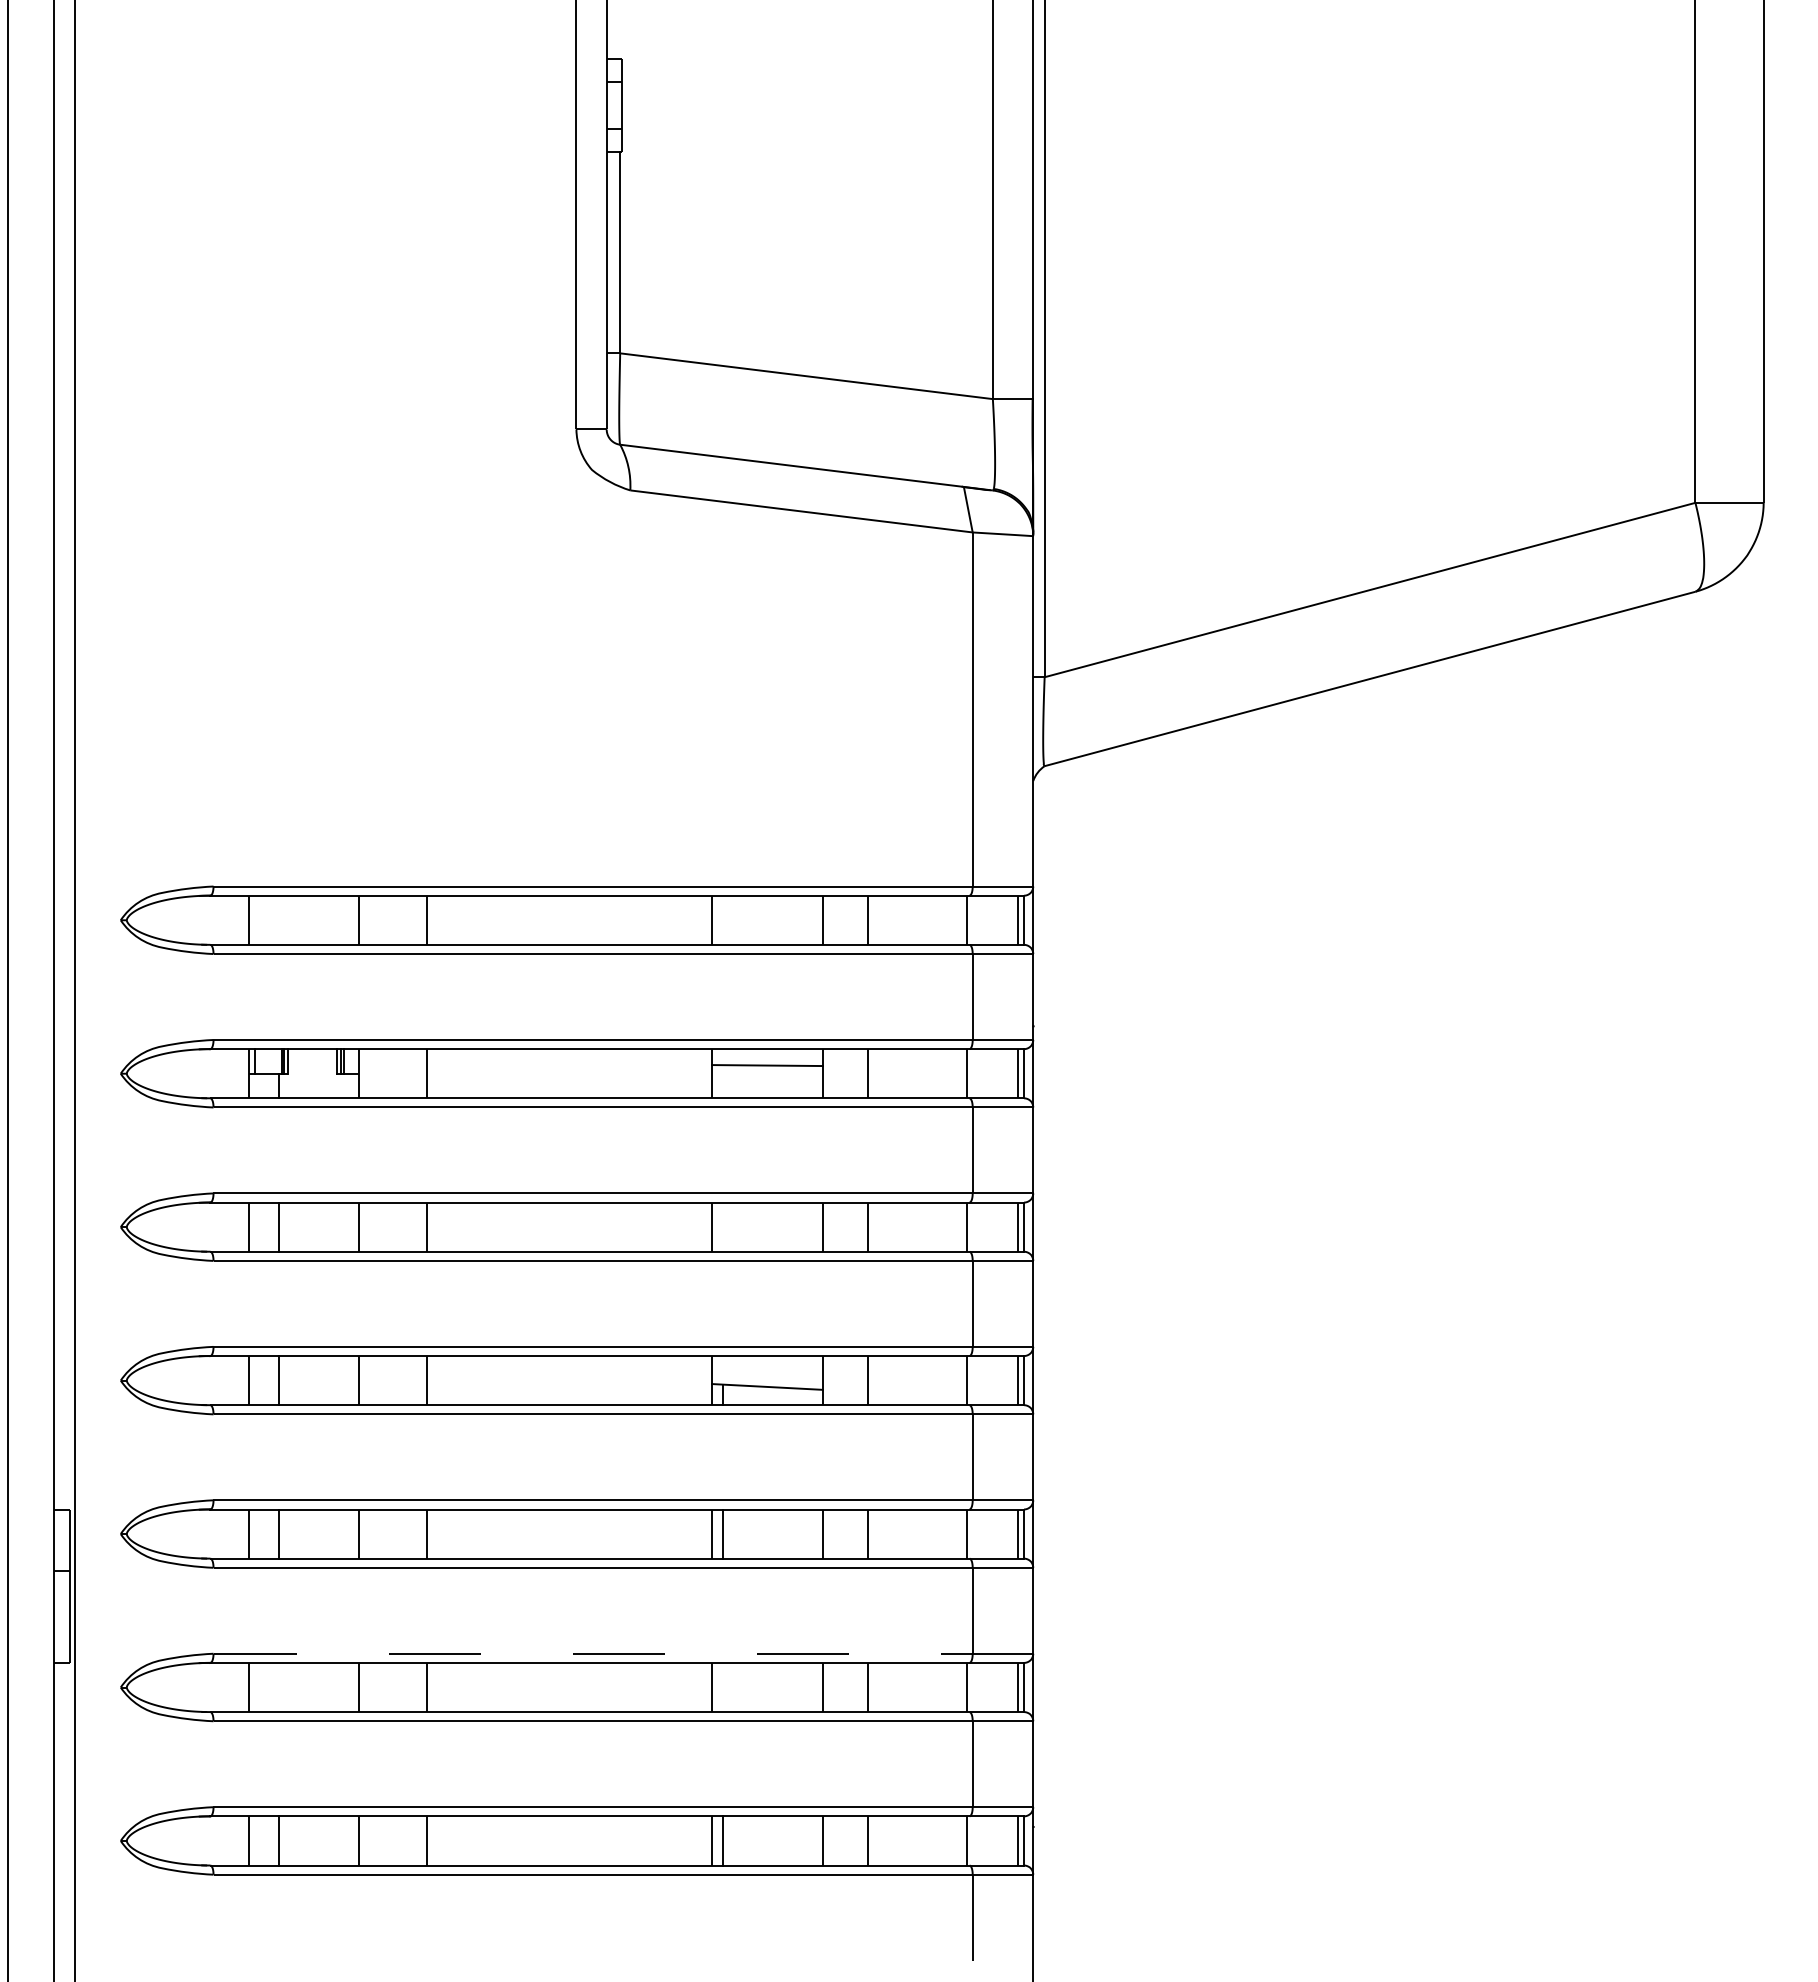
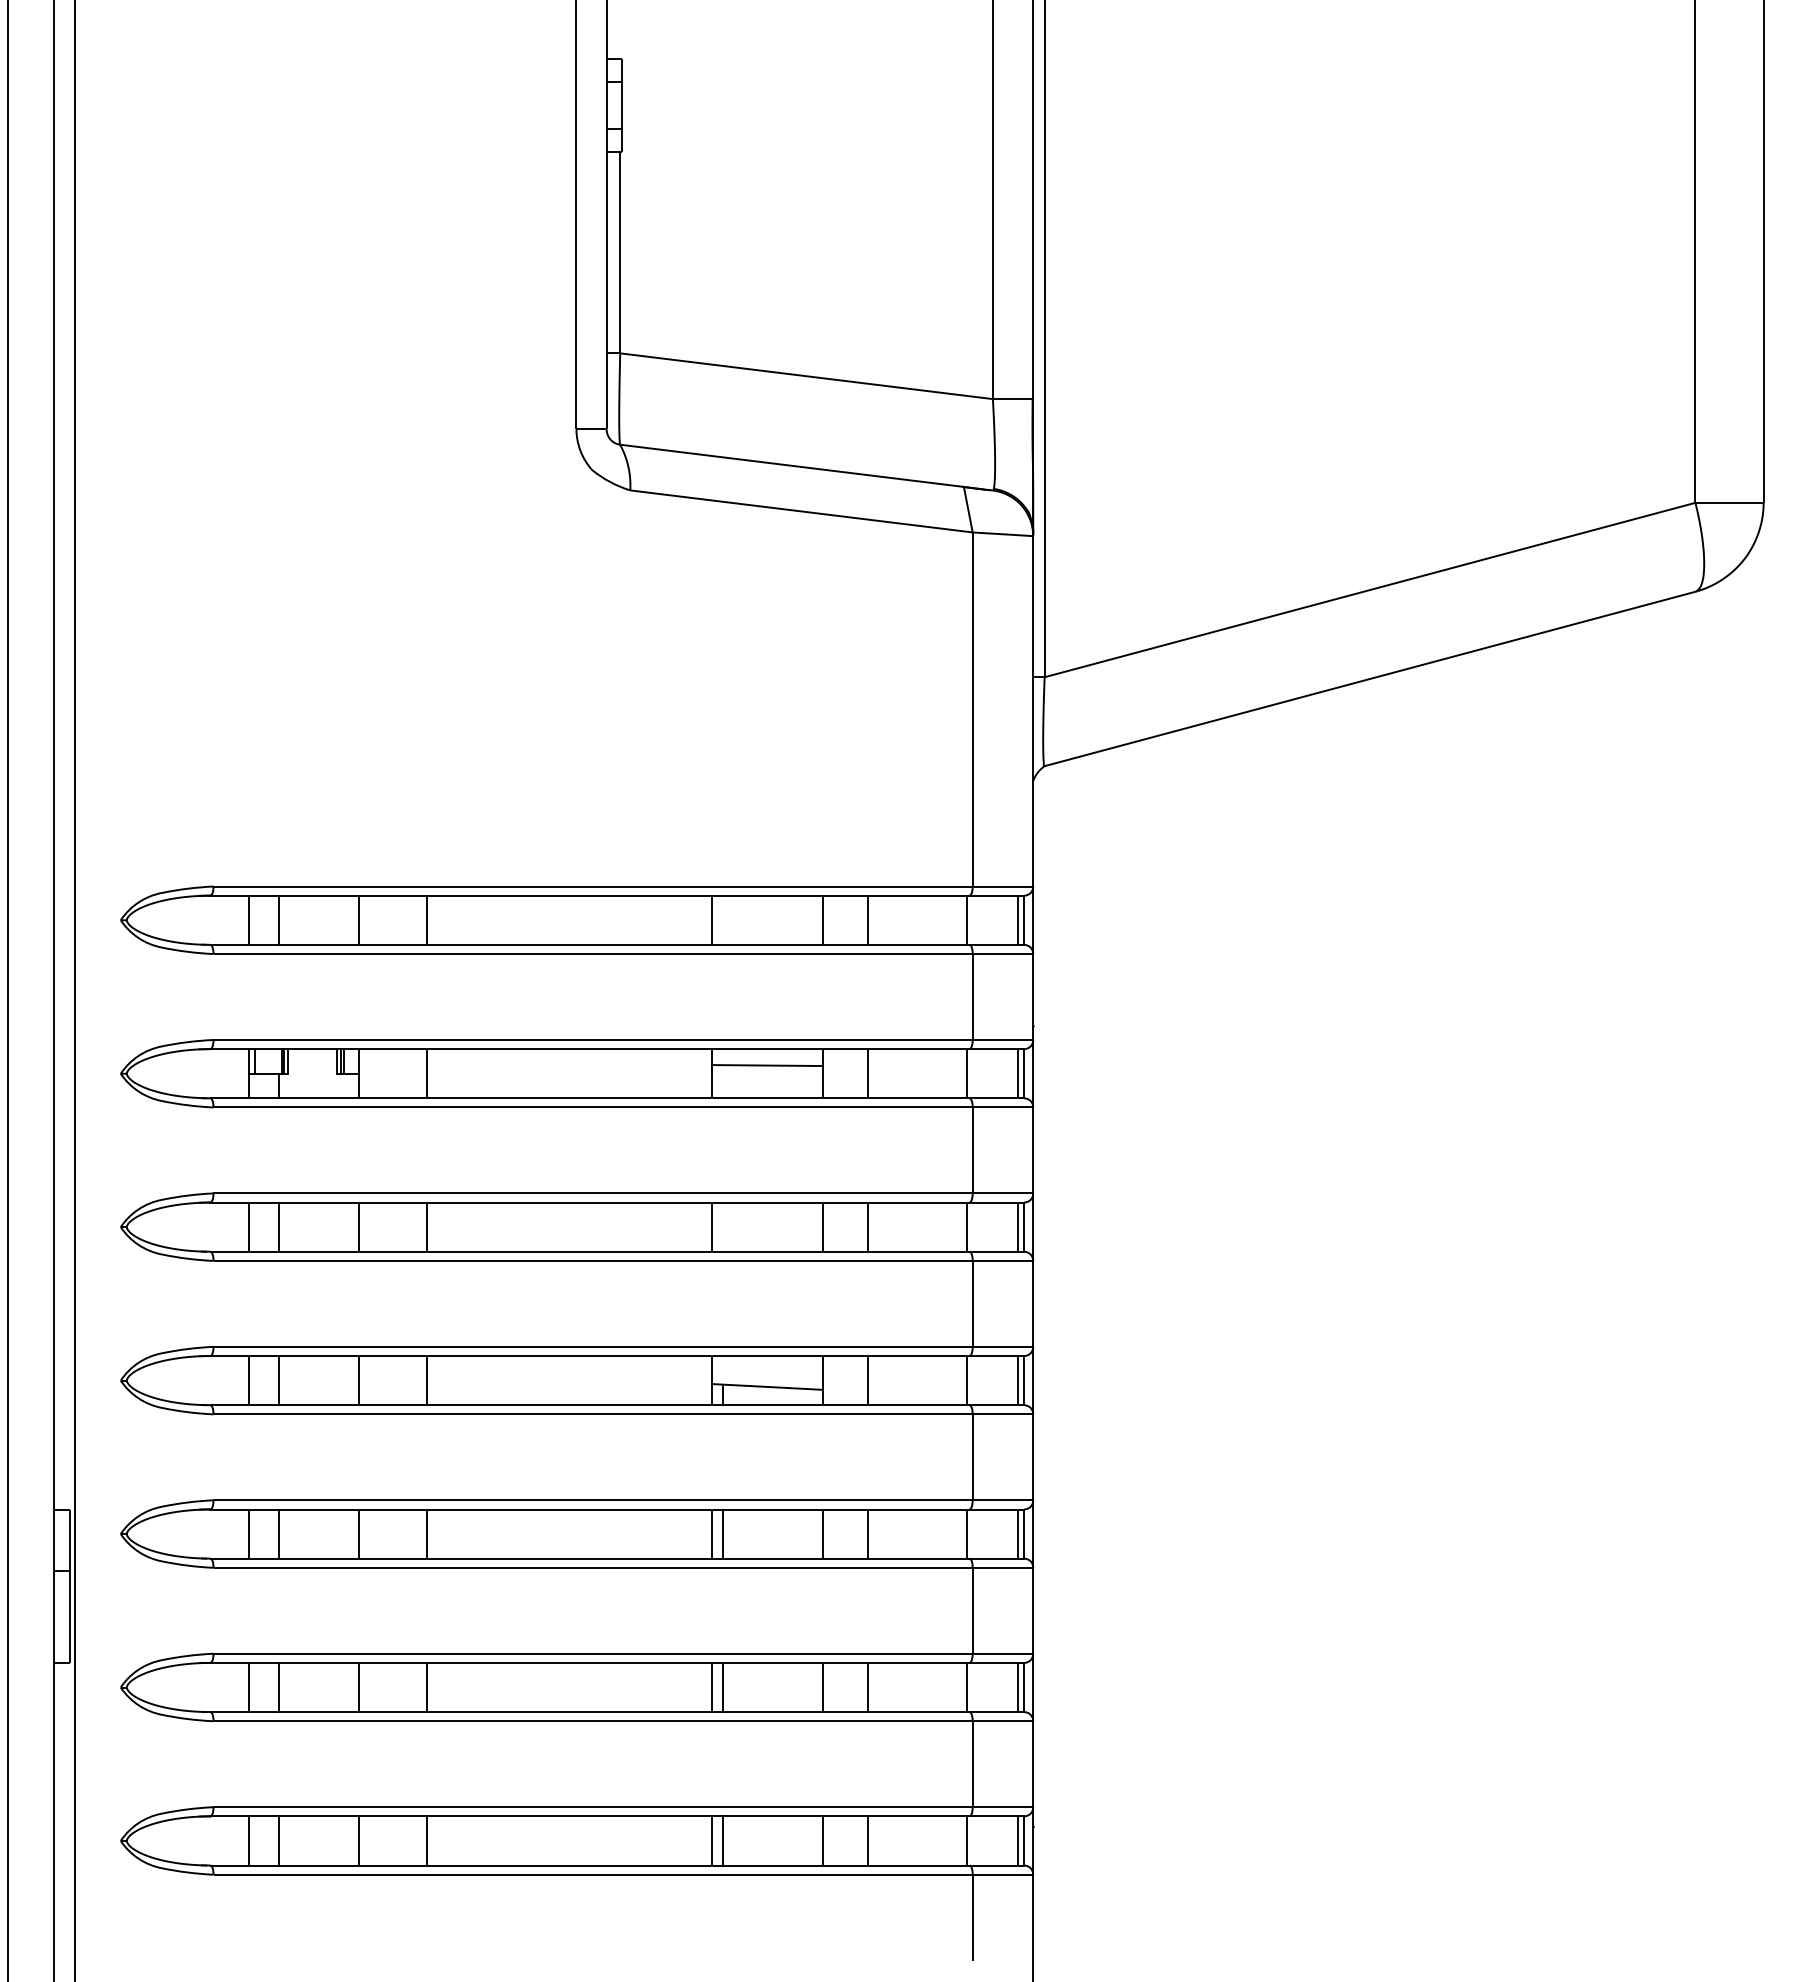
line at (279, 919): none -> present
line at (623, 1653): dashed -> solid
line at (279, 1687): none -> present
line at (723, 1687): none -> present
